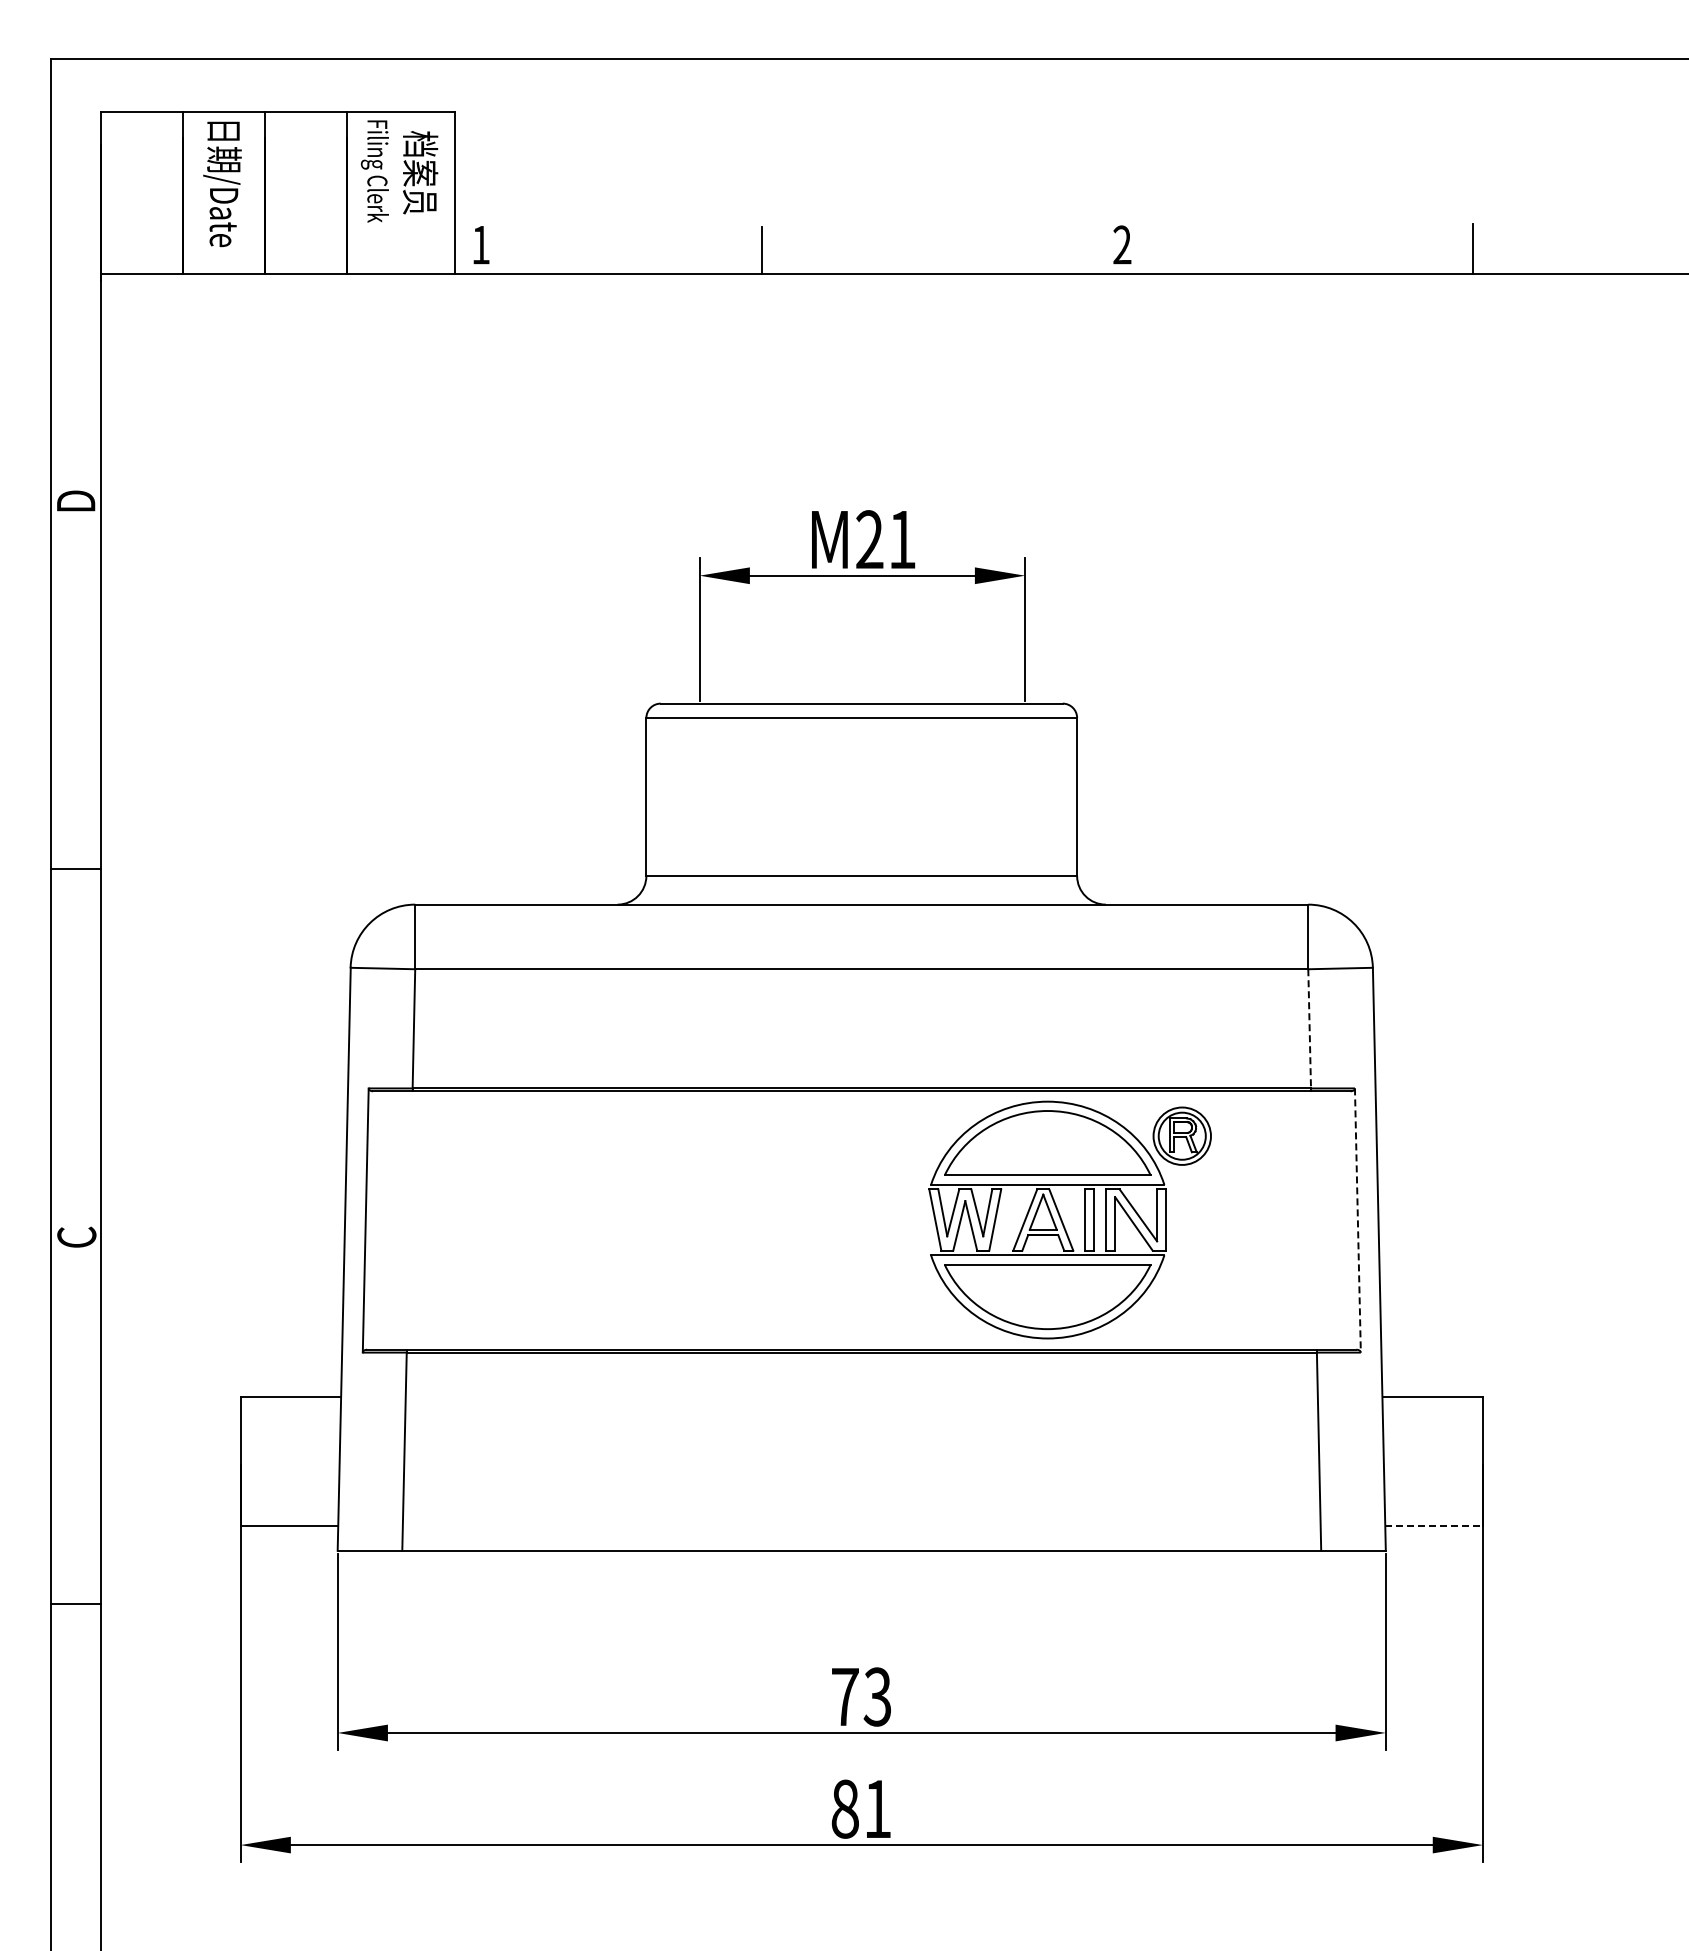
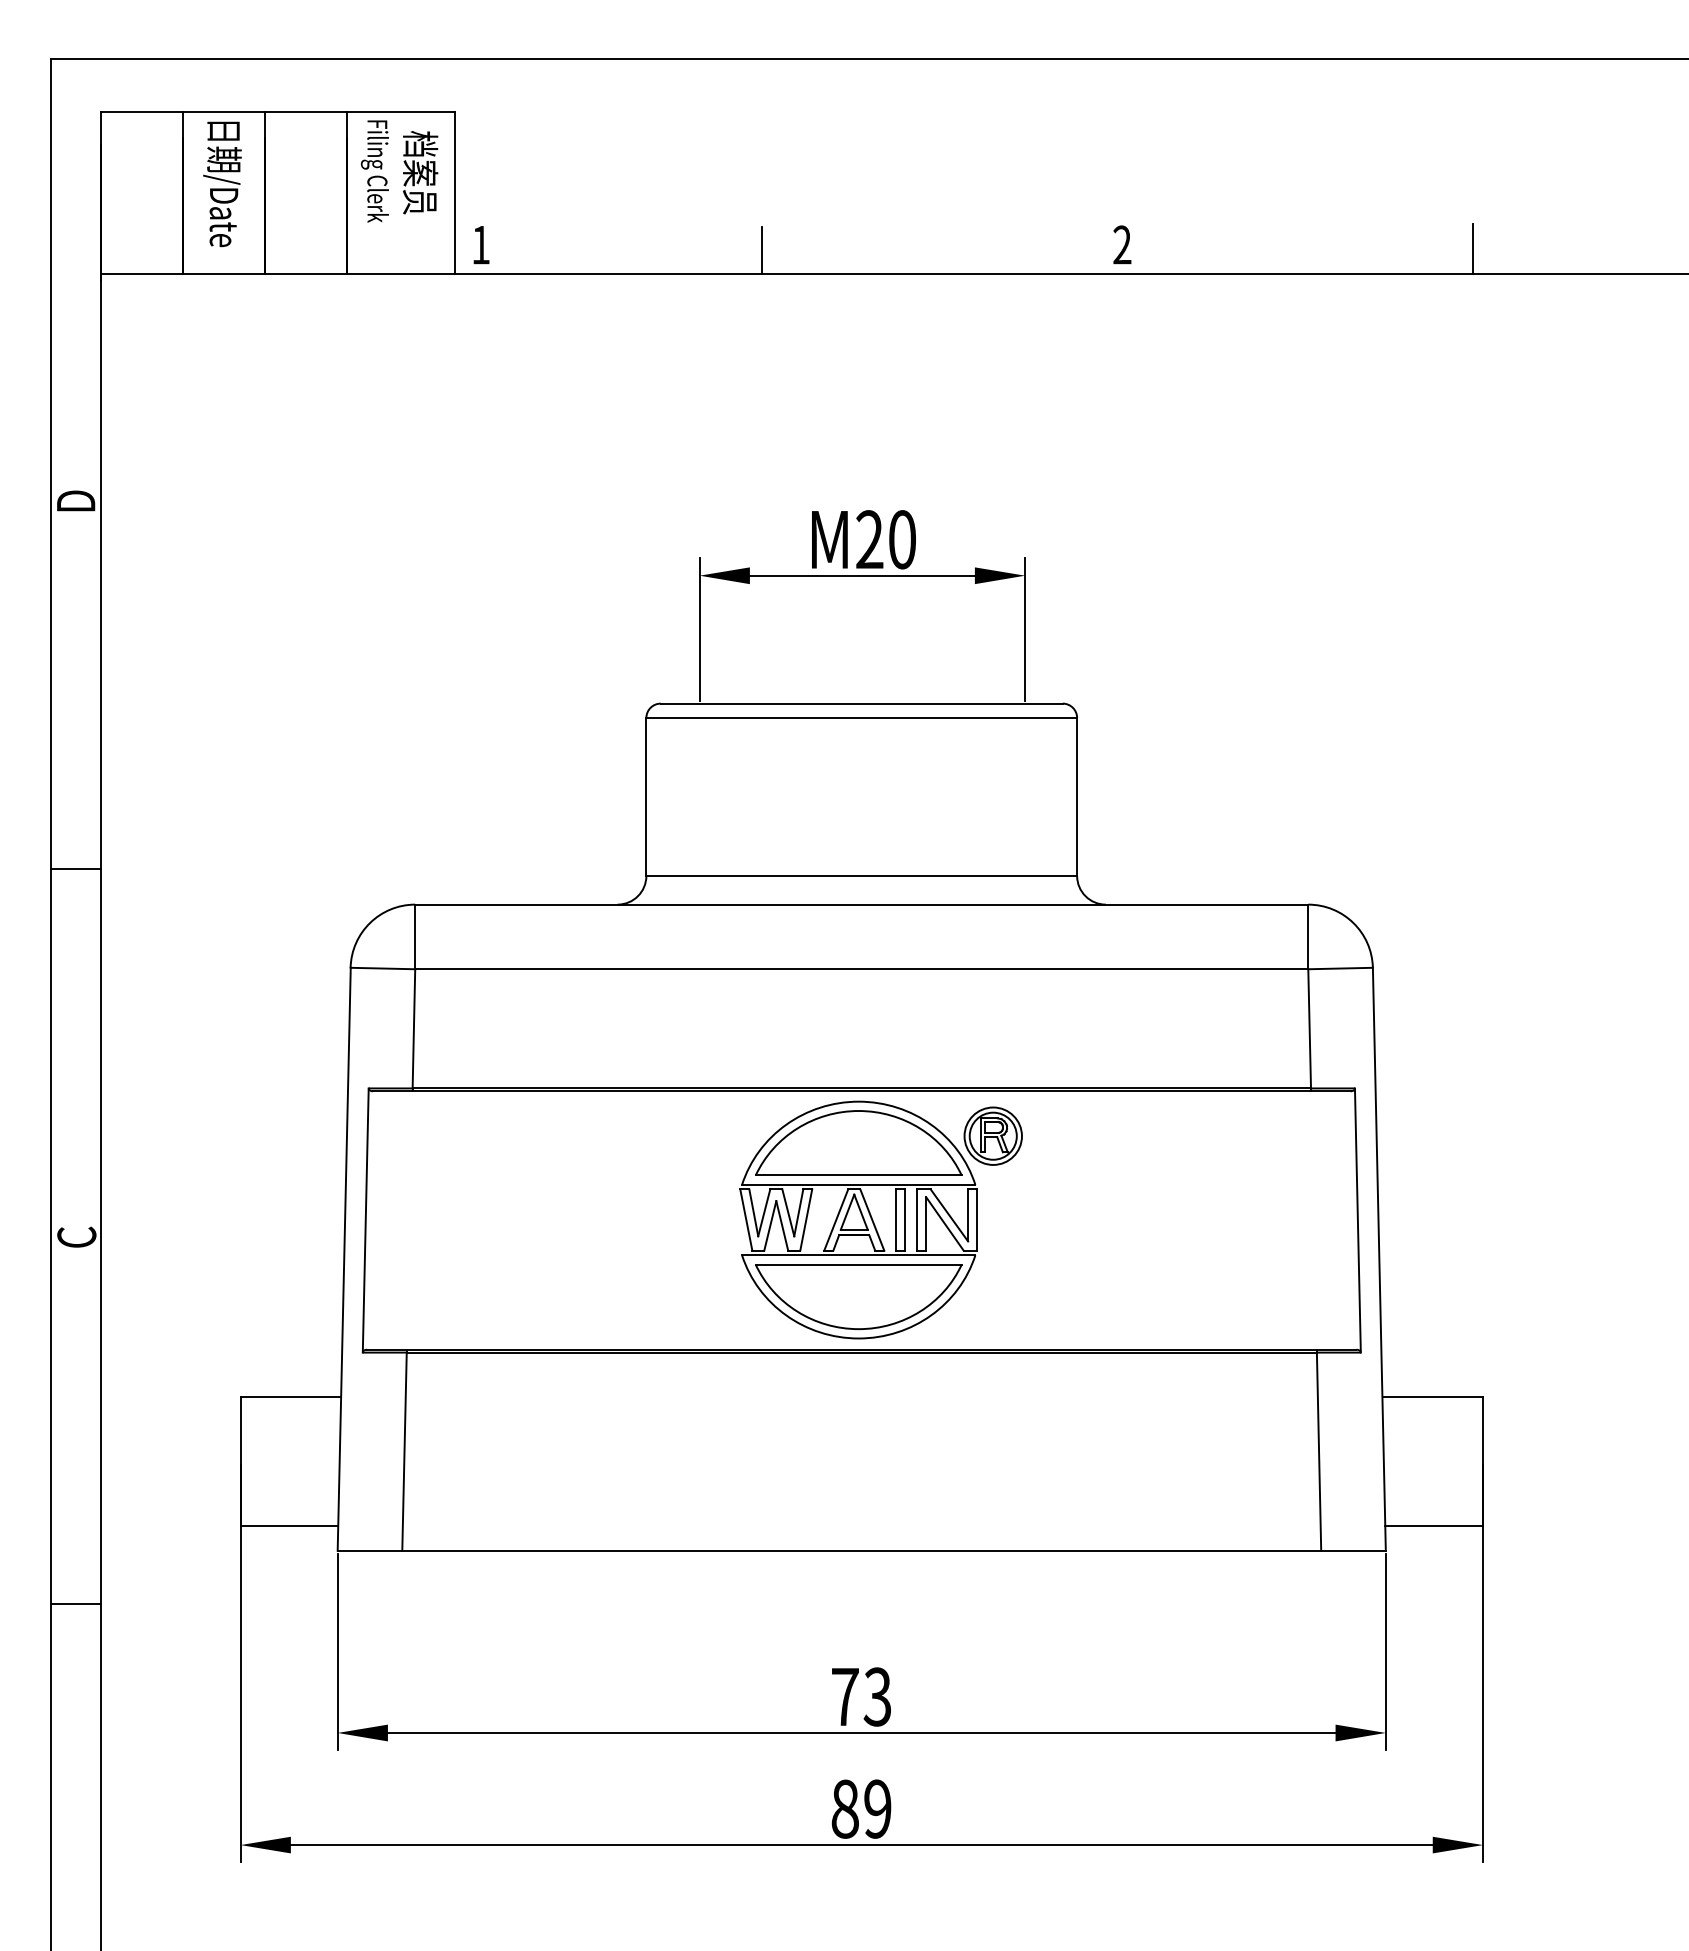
text at (902, 539): M21 -> M20
line at (1309, 1028): dashed -> solid
line at (1357, 1221): dashed -> solid
part at (1063, 1222) position: (1063, 1222) -> (874, 1222)
line at (1434, 1526): dashed -> solid
text at (877, 1808): 81 -> 89
